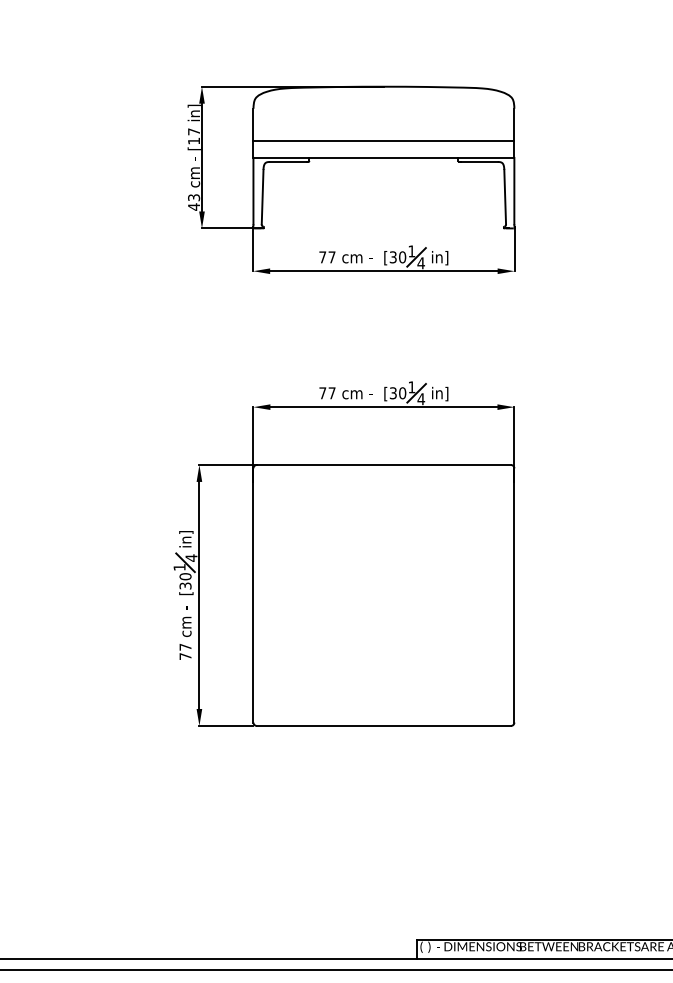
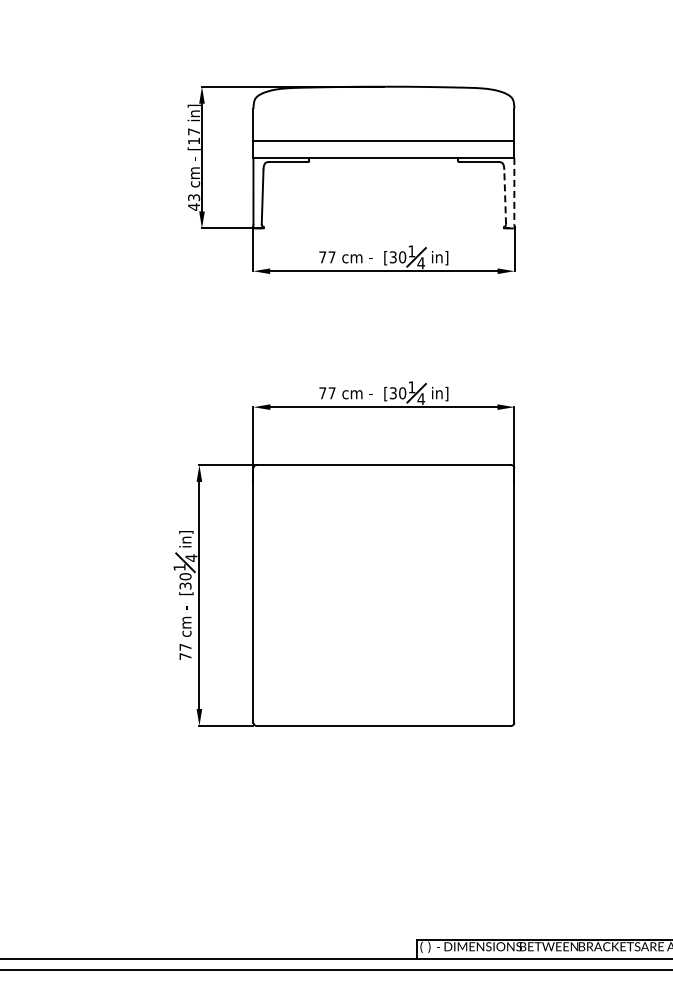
line at (514, 191): solid -> dashed
line at (505, 196): solid -> dashed
